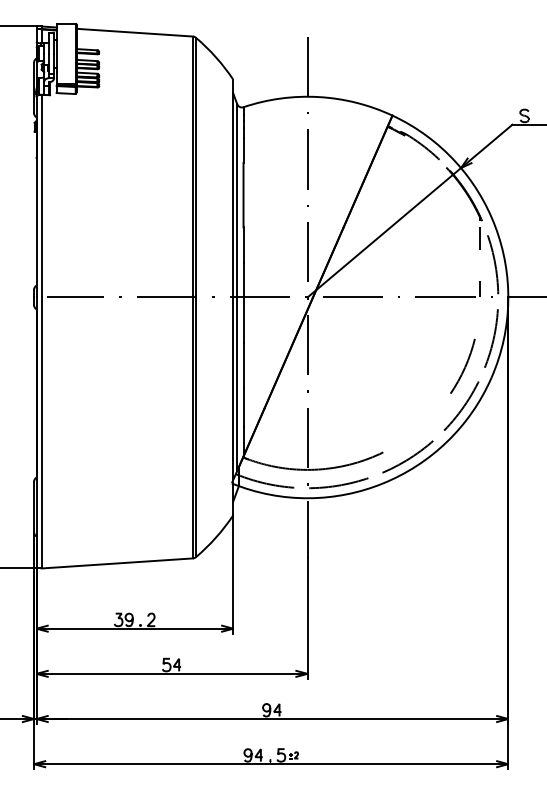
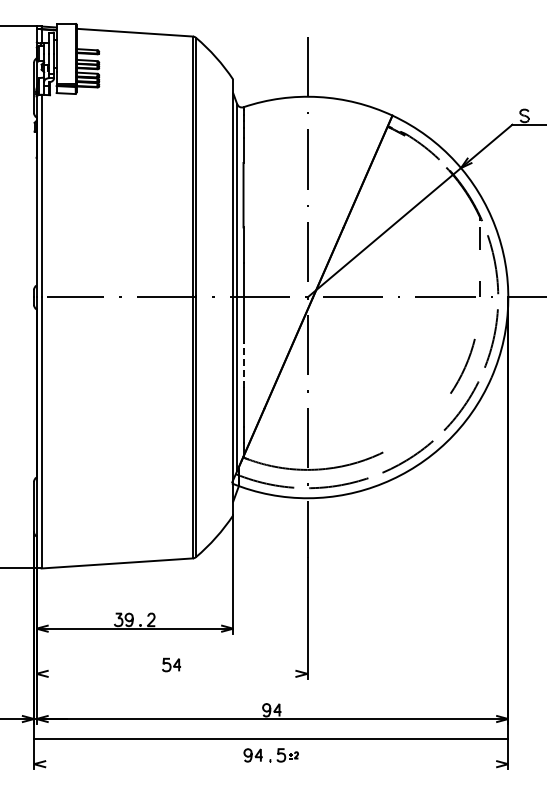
line at (243, 365): solid -> dashed
line at (171, 673): present -> none
line at (271, 764) position: (271, 764) -> (271, 739)
